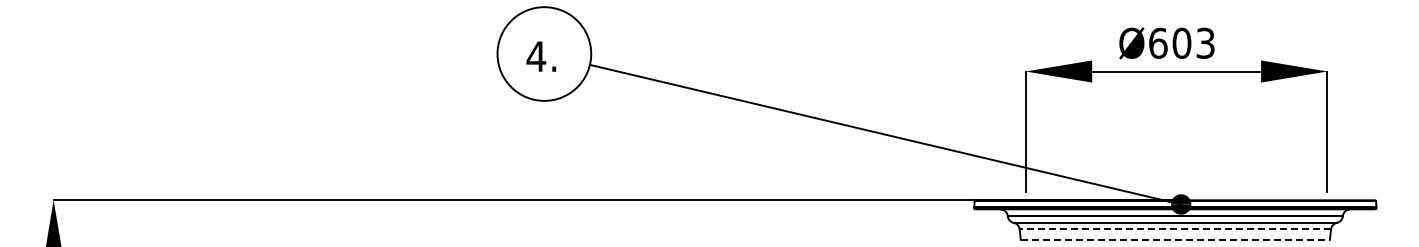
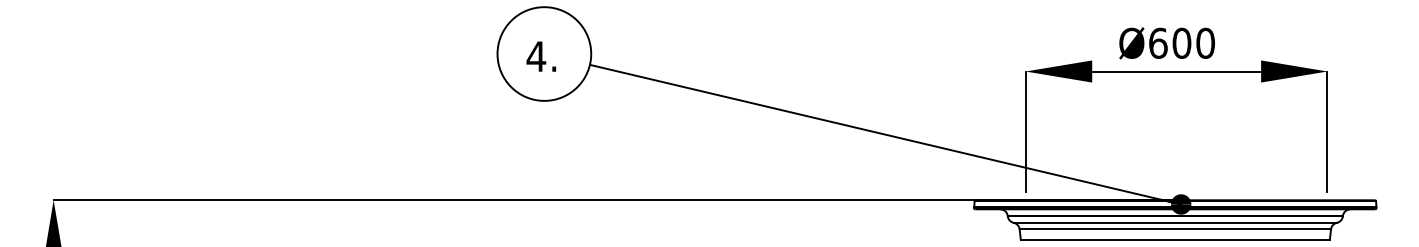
text at (1205, 42): Ø603 -> Ø600
line at (1175, 229): dashed -> solid
line at (1175, 239): dashed -> solid
